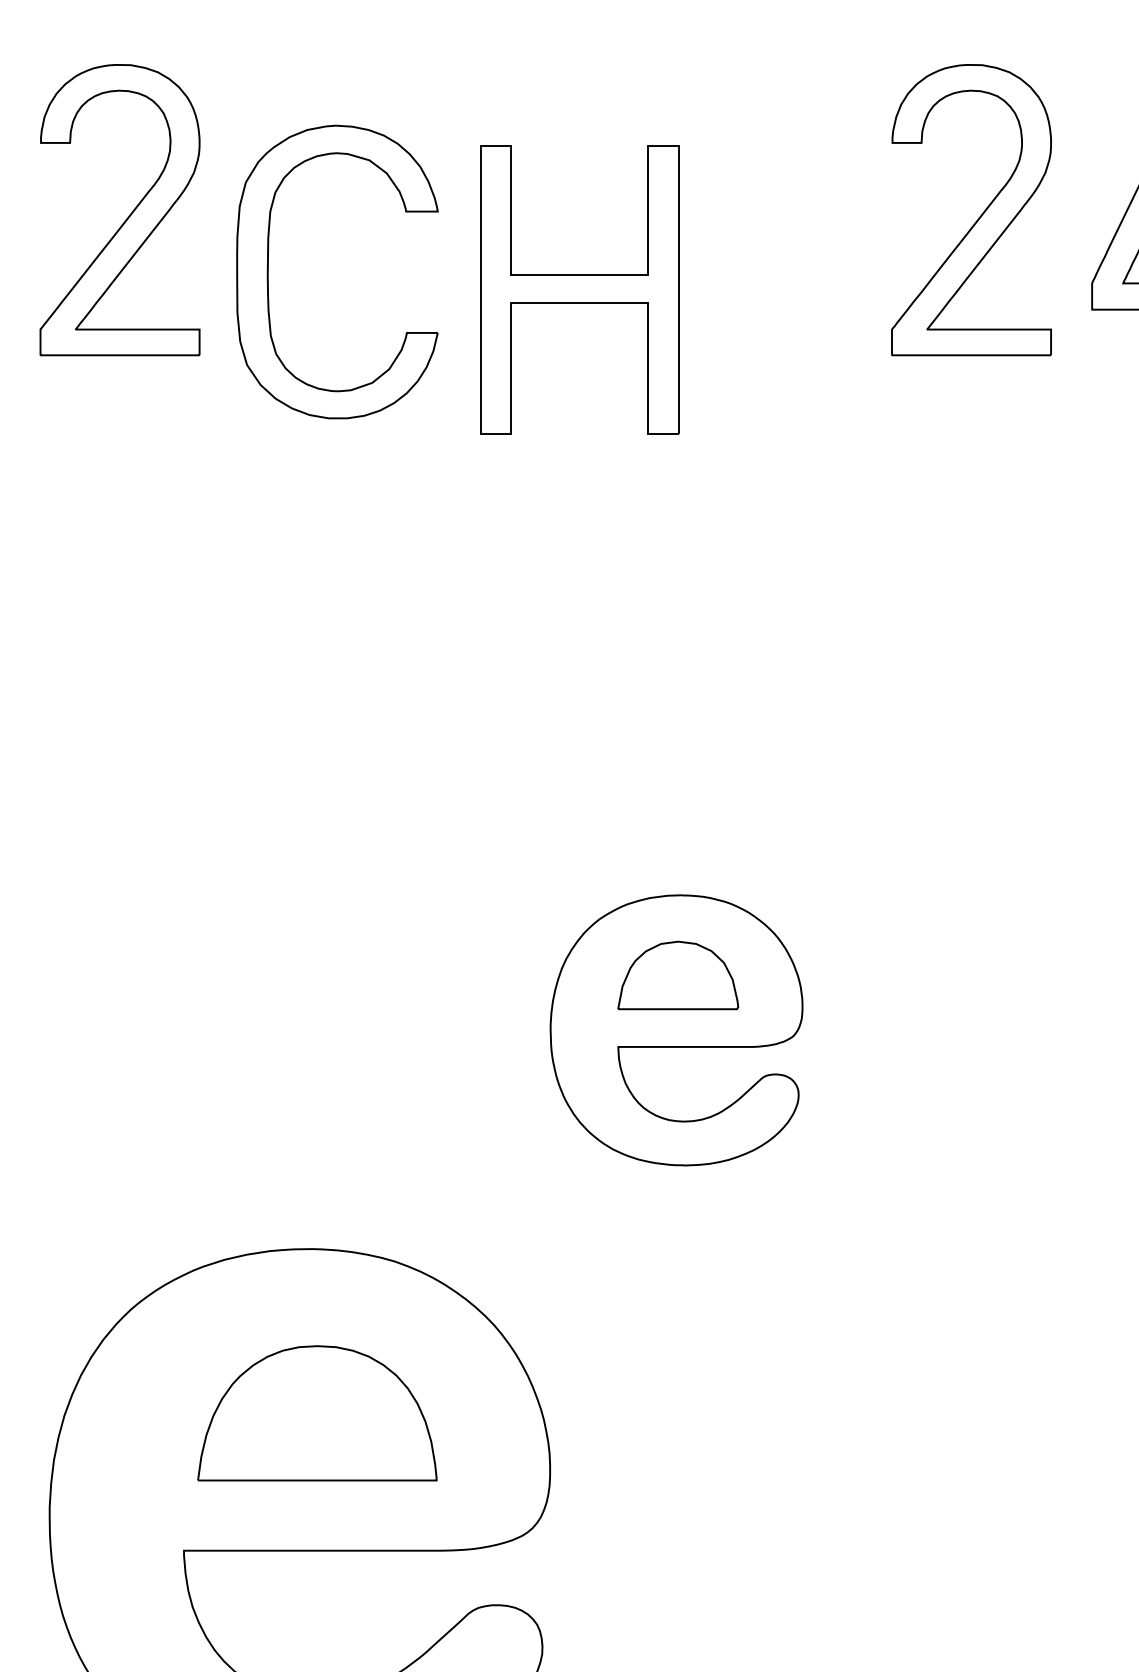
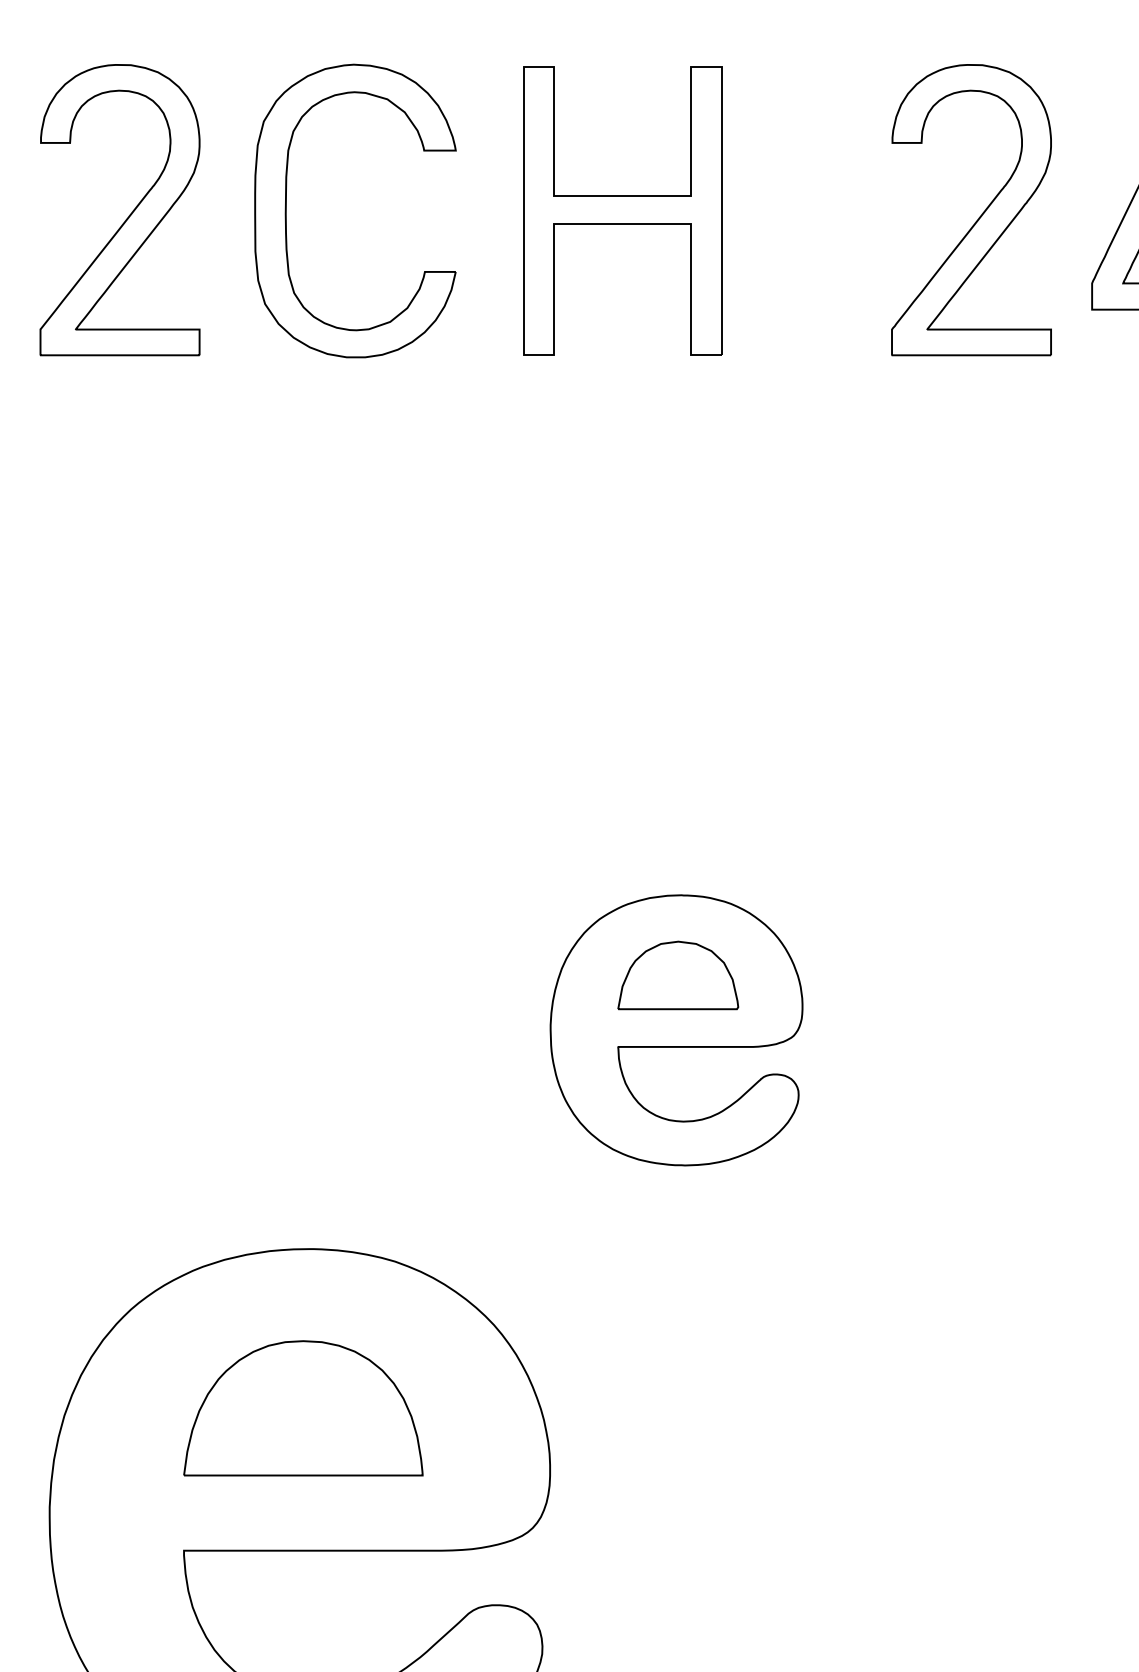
part at (268, 271) position: (268, 271) -> (286, 210)
part at (579, 289) position: (579, 289) -> (622, 210)
part at (317, 1413) position: (317, 1413) -> (303, 1408)
